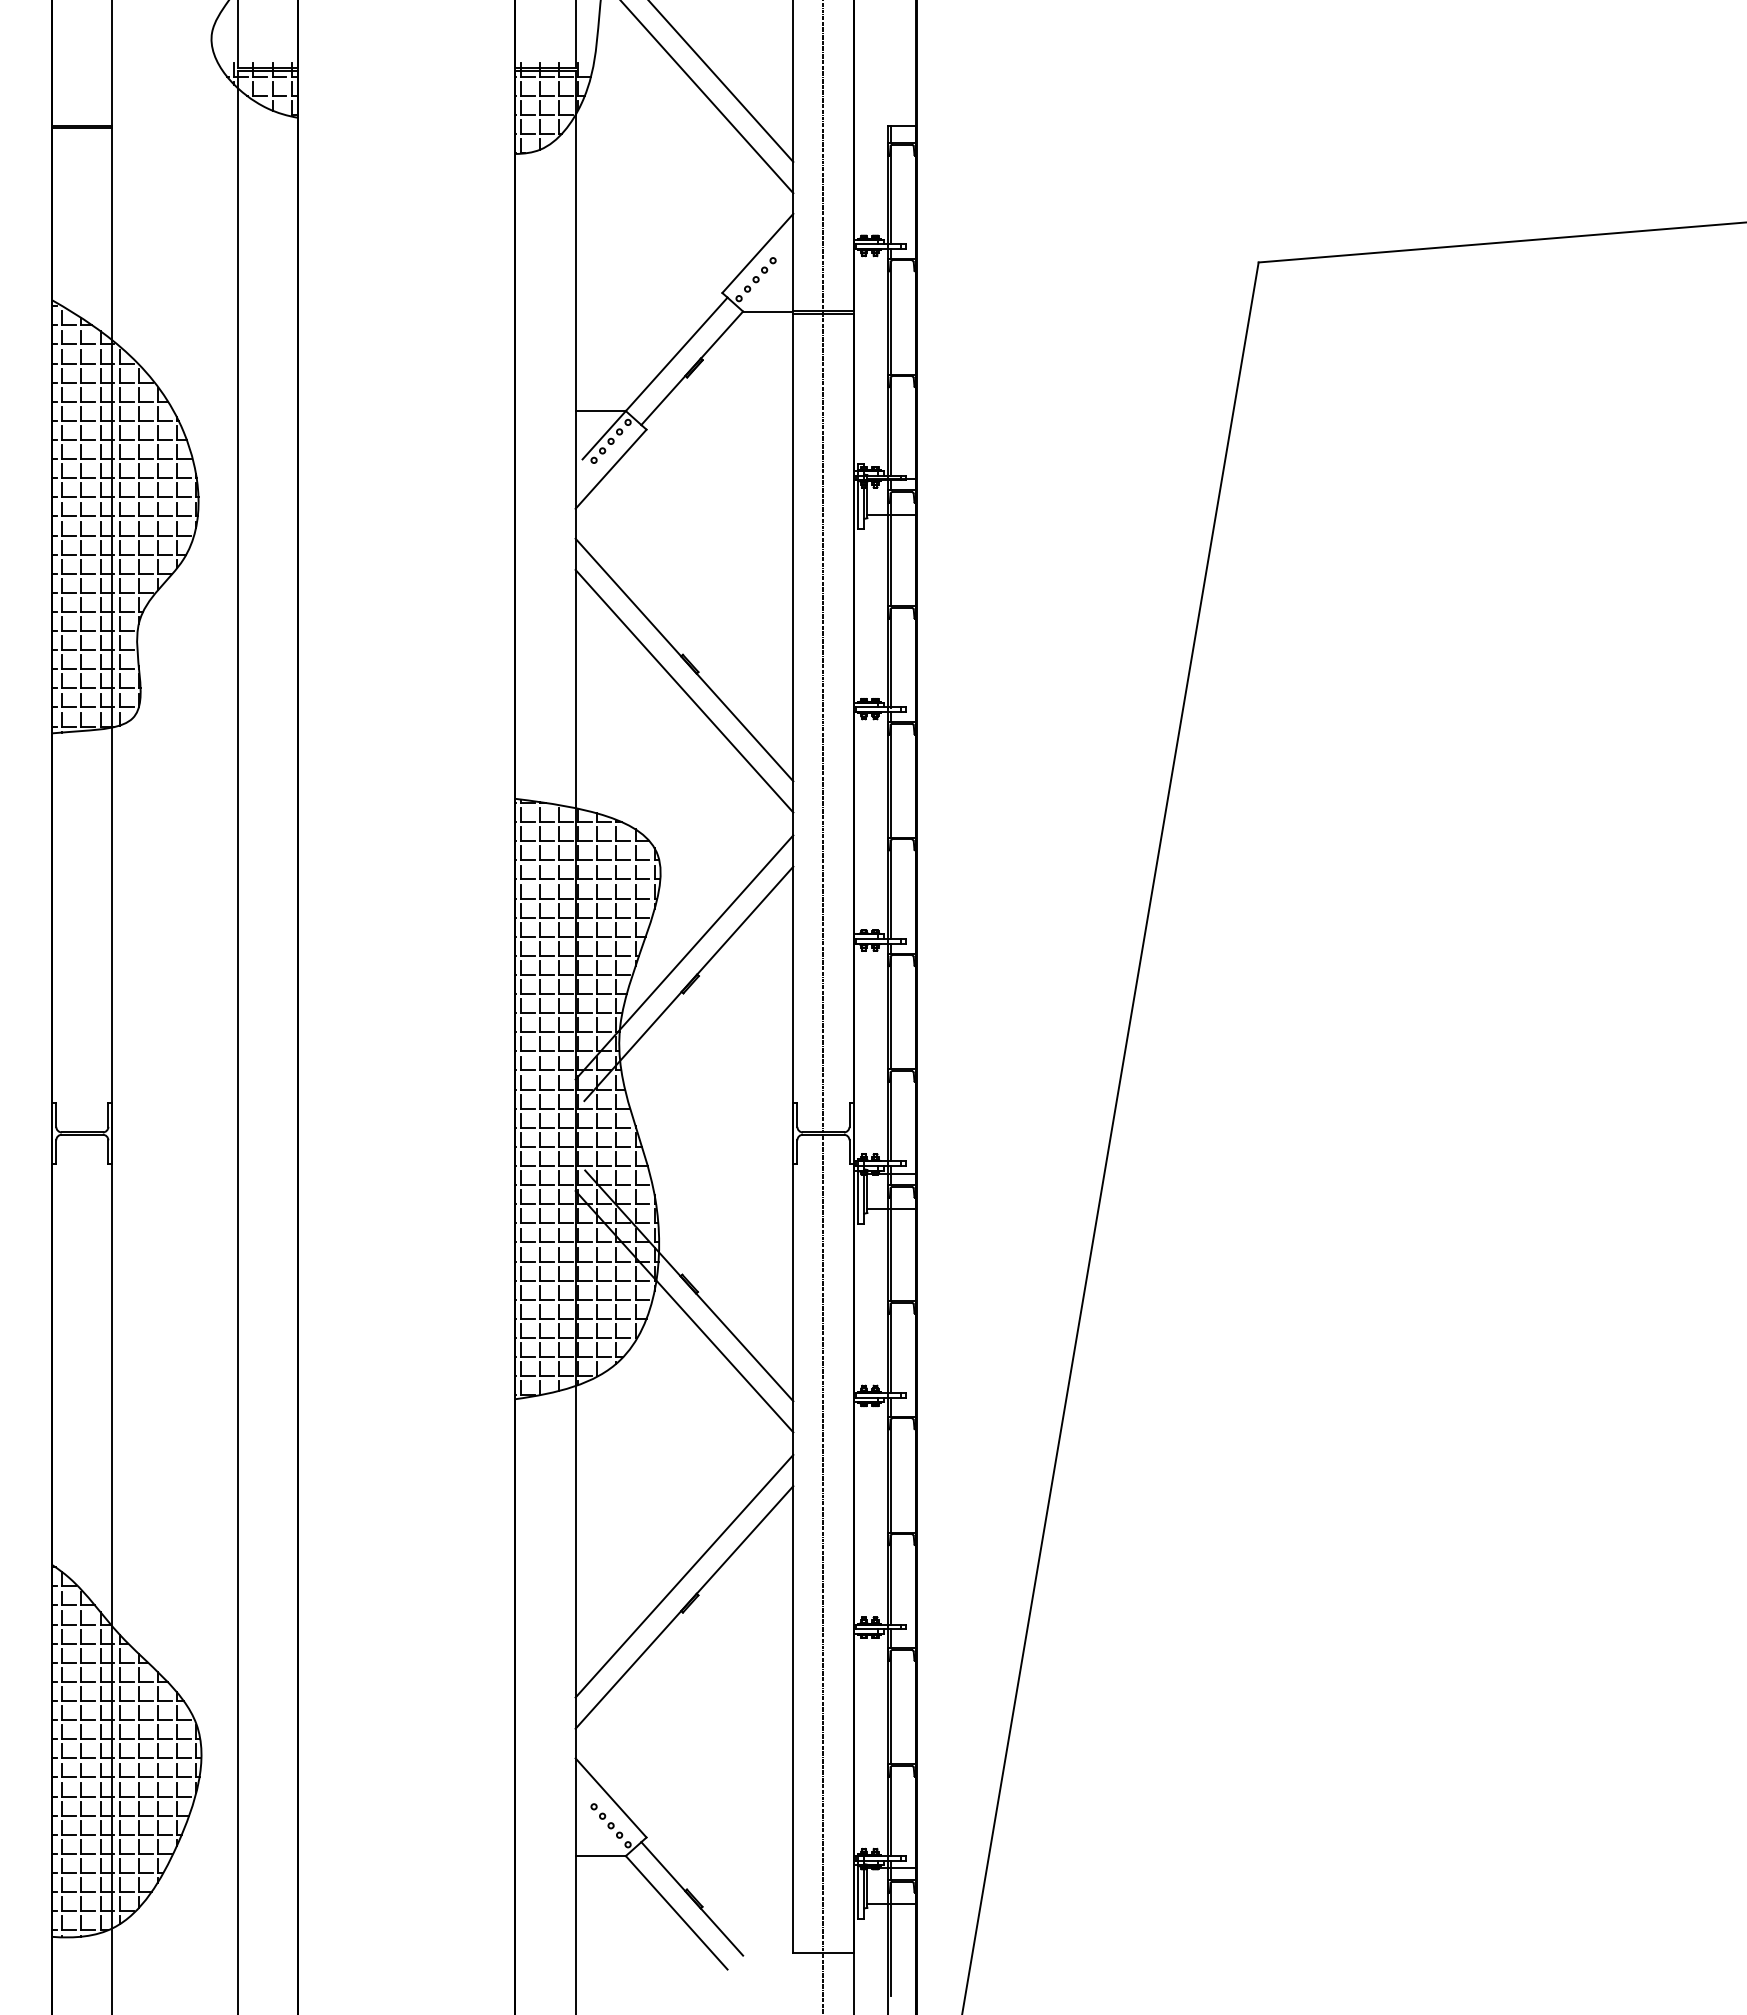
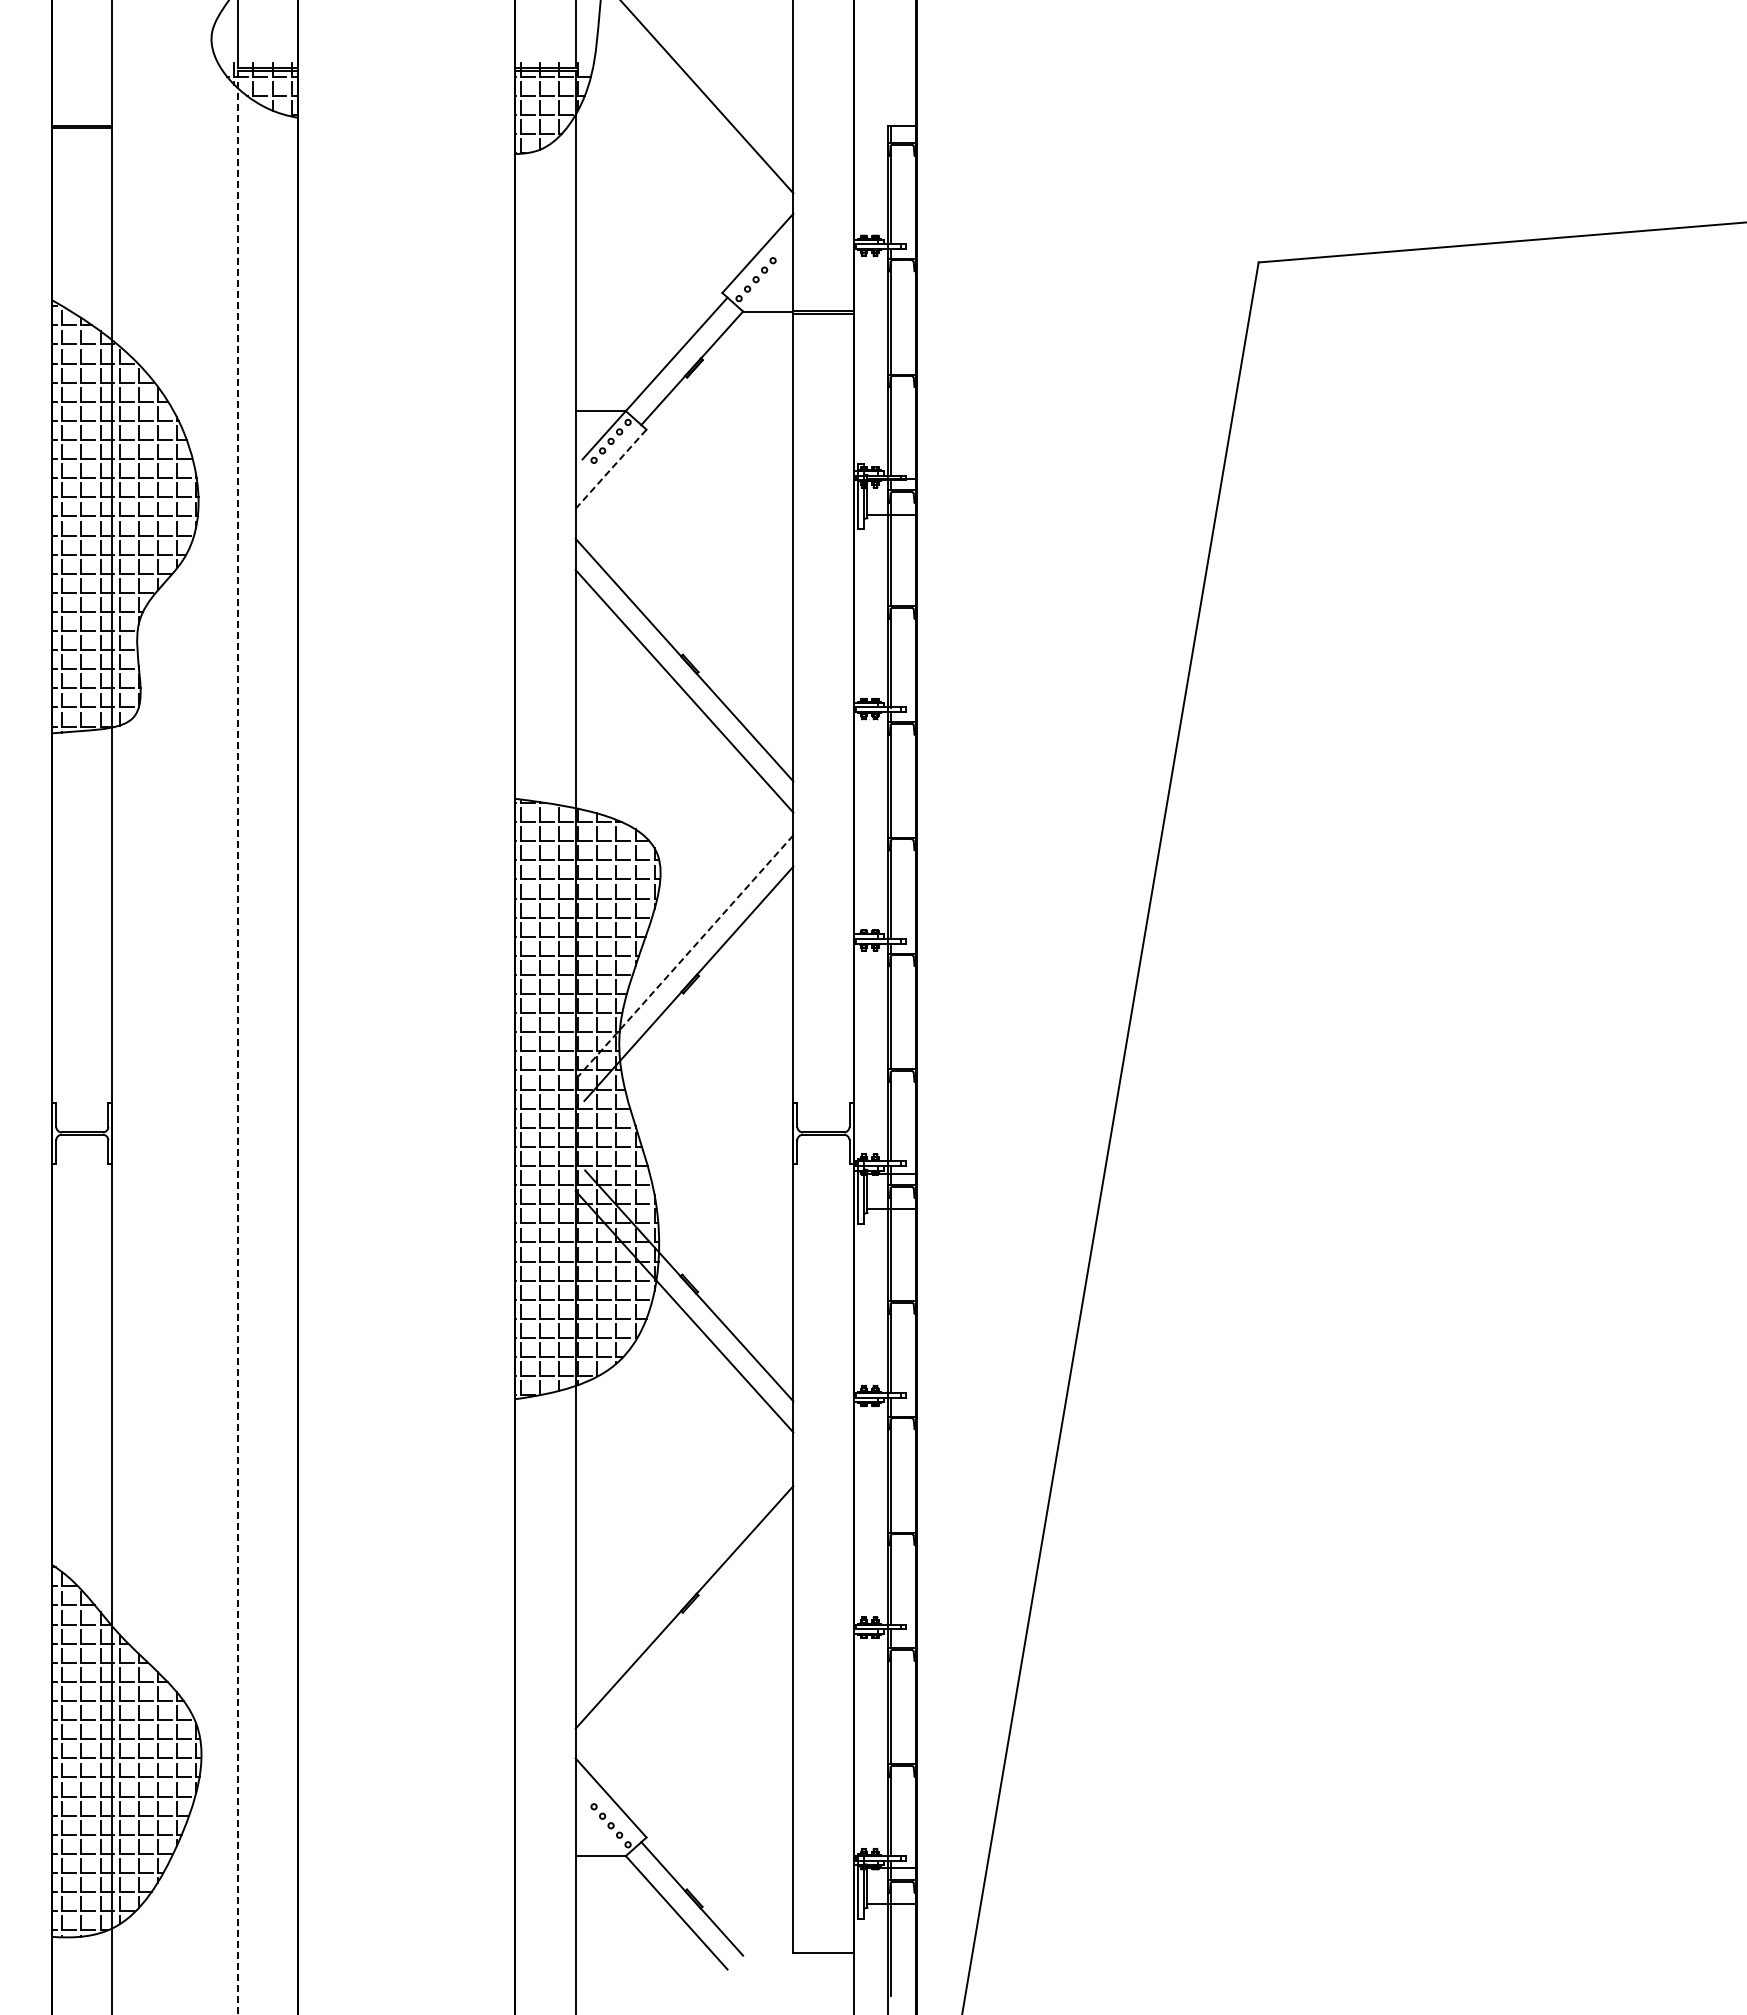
line at (721, 81): present -> none
line at (611, 468): solid -> dashed
line at (684, 957): solid -> dashed
line at (823, 1006): present -> none
line at (237, 1043): solid -> dashed
line at (684, 1575): present -> none
